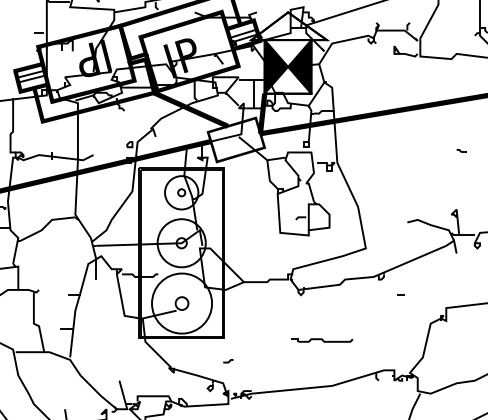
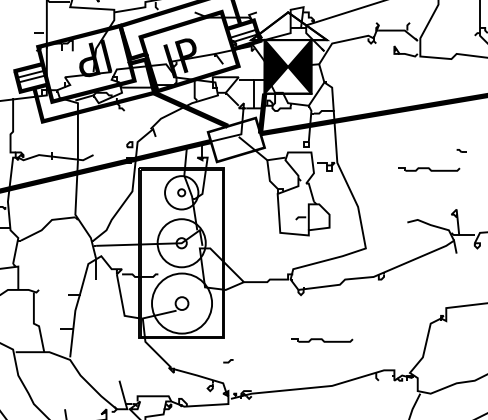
part at (429, 169): none -> present
line at (400, 294): present -> none
